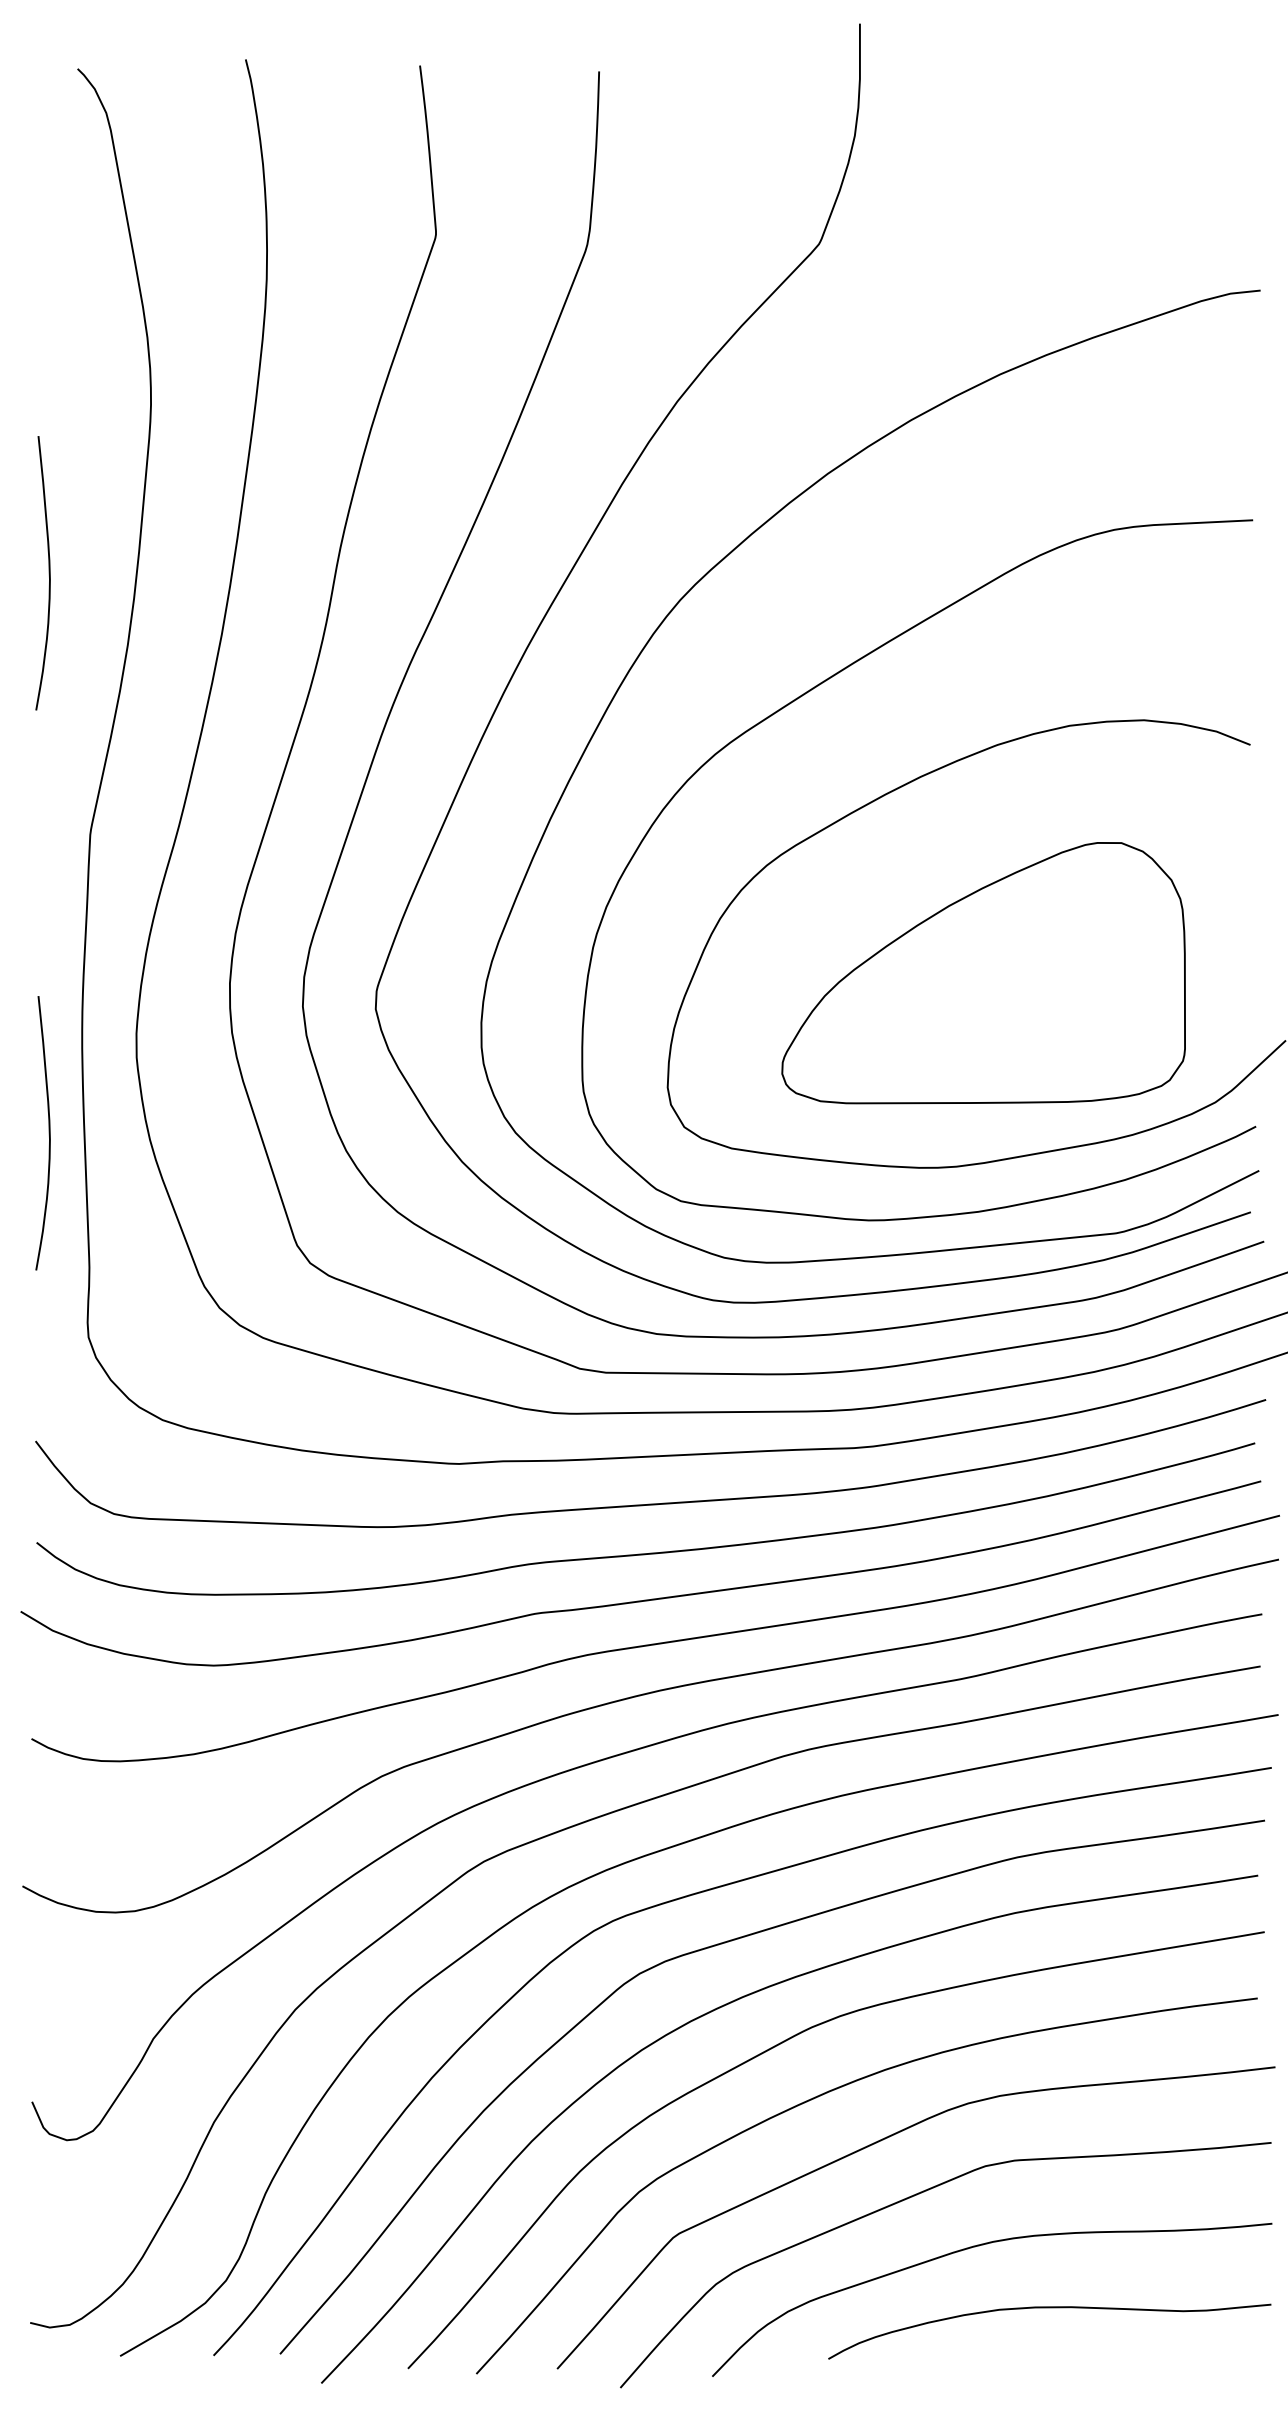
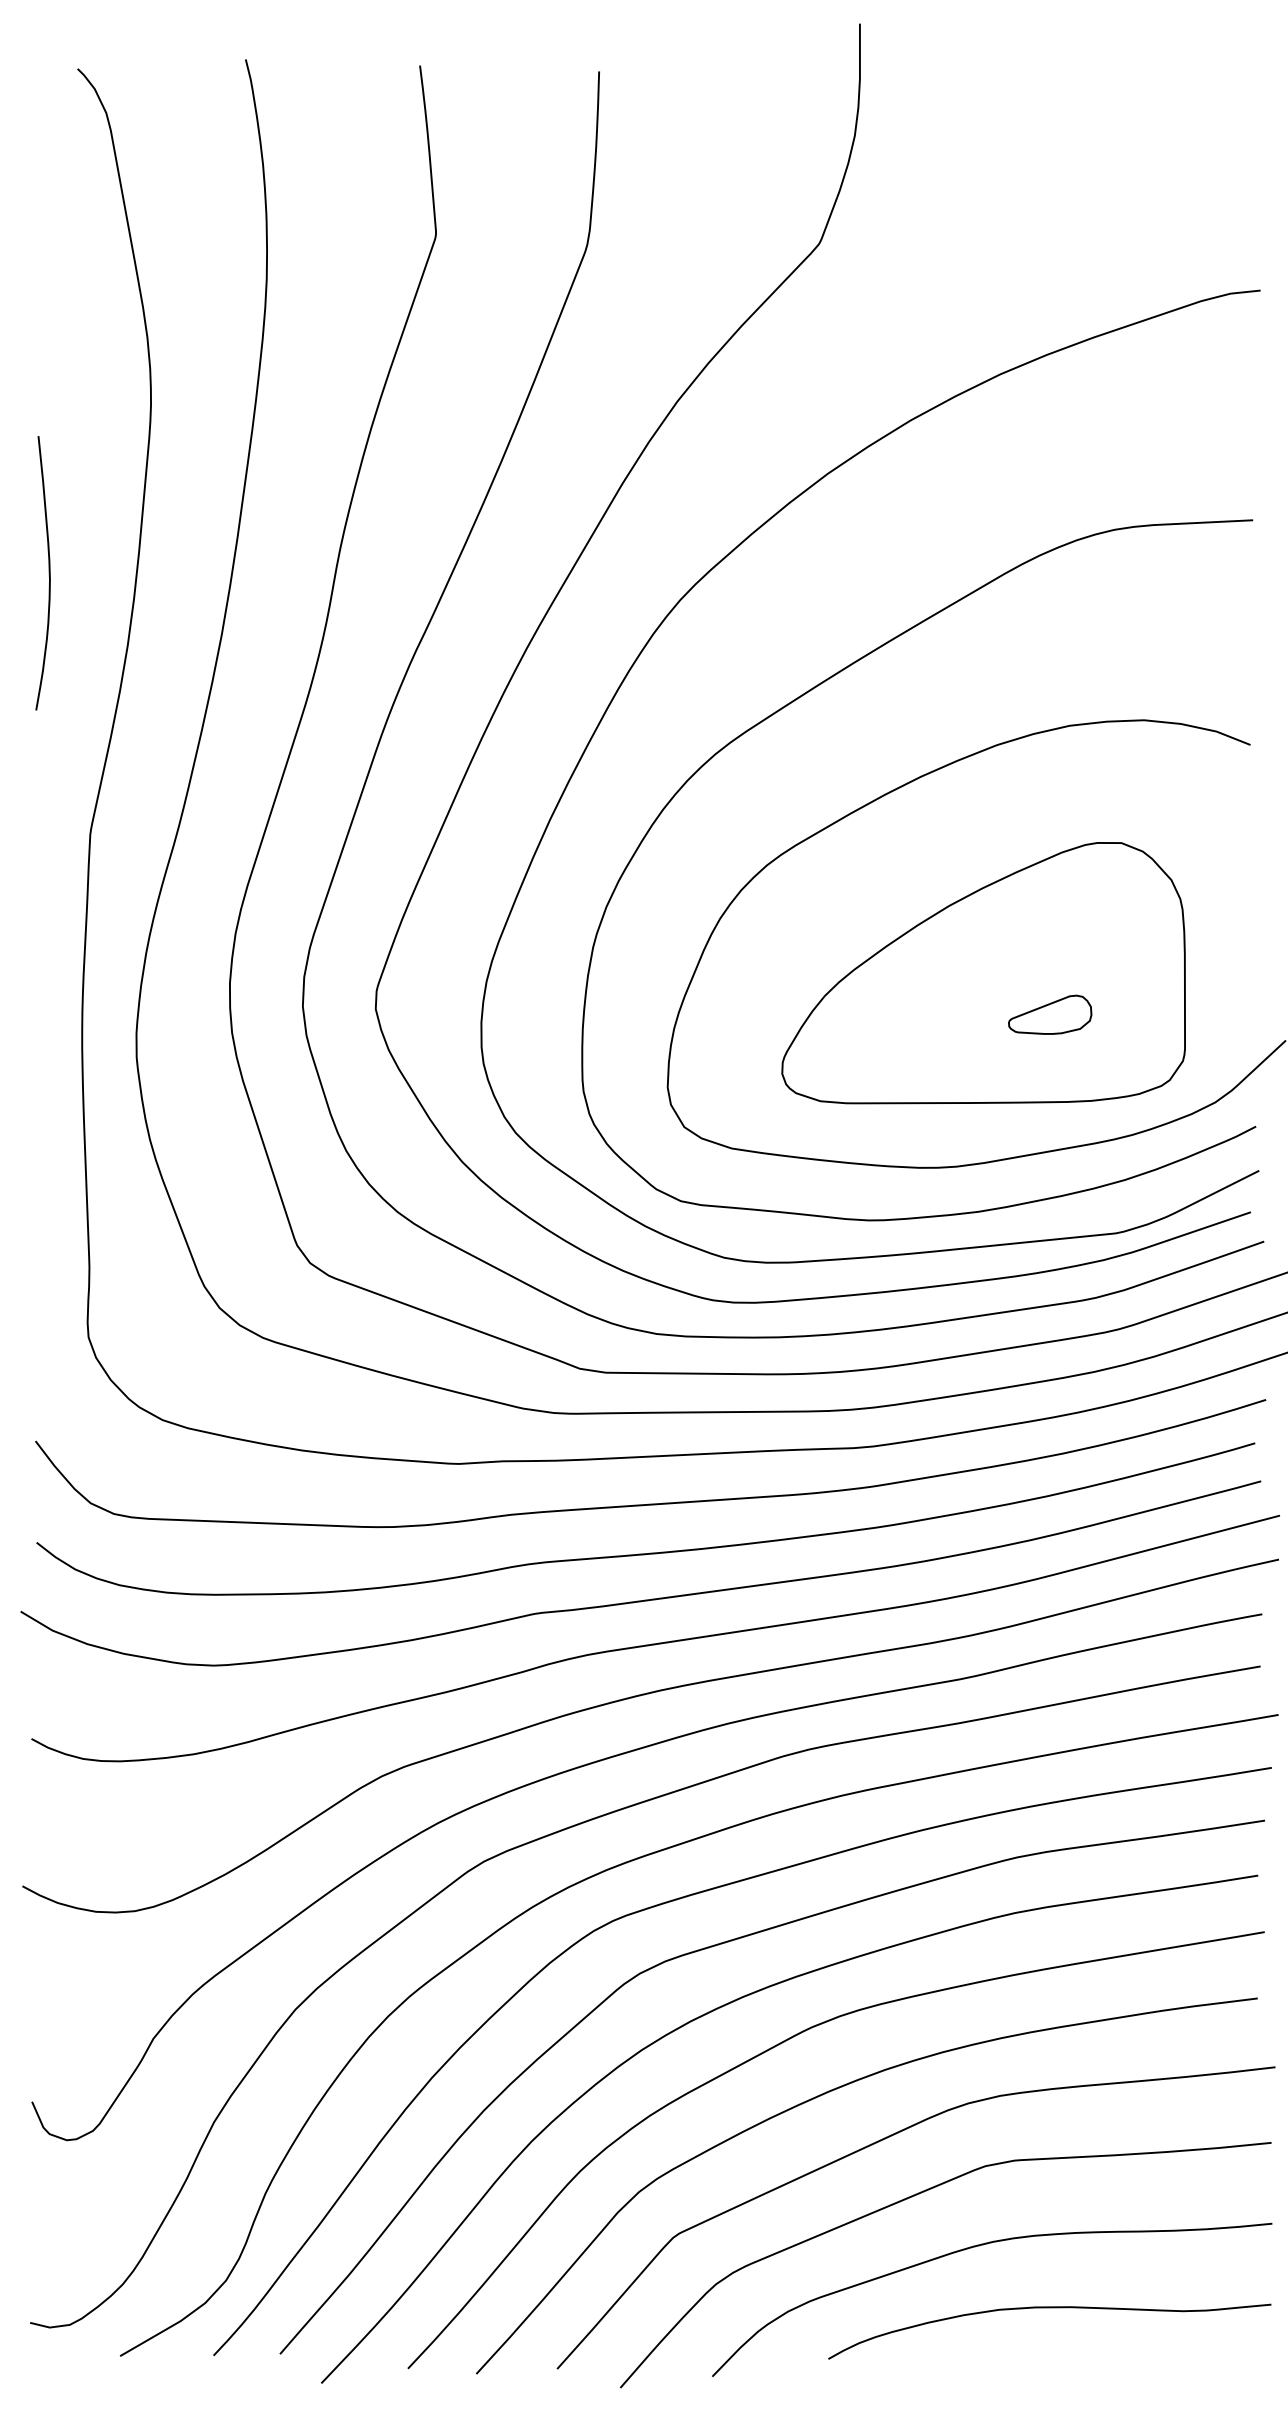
part at (1050, 1014): none -> present
curve at (48, 1133): present -> none
